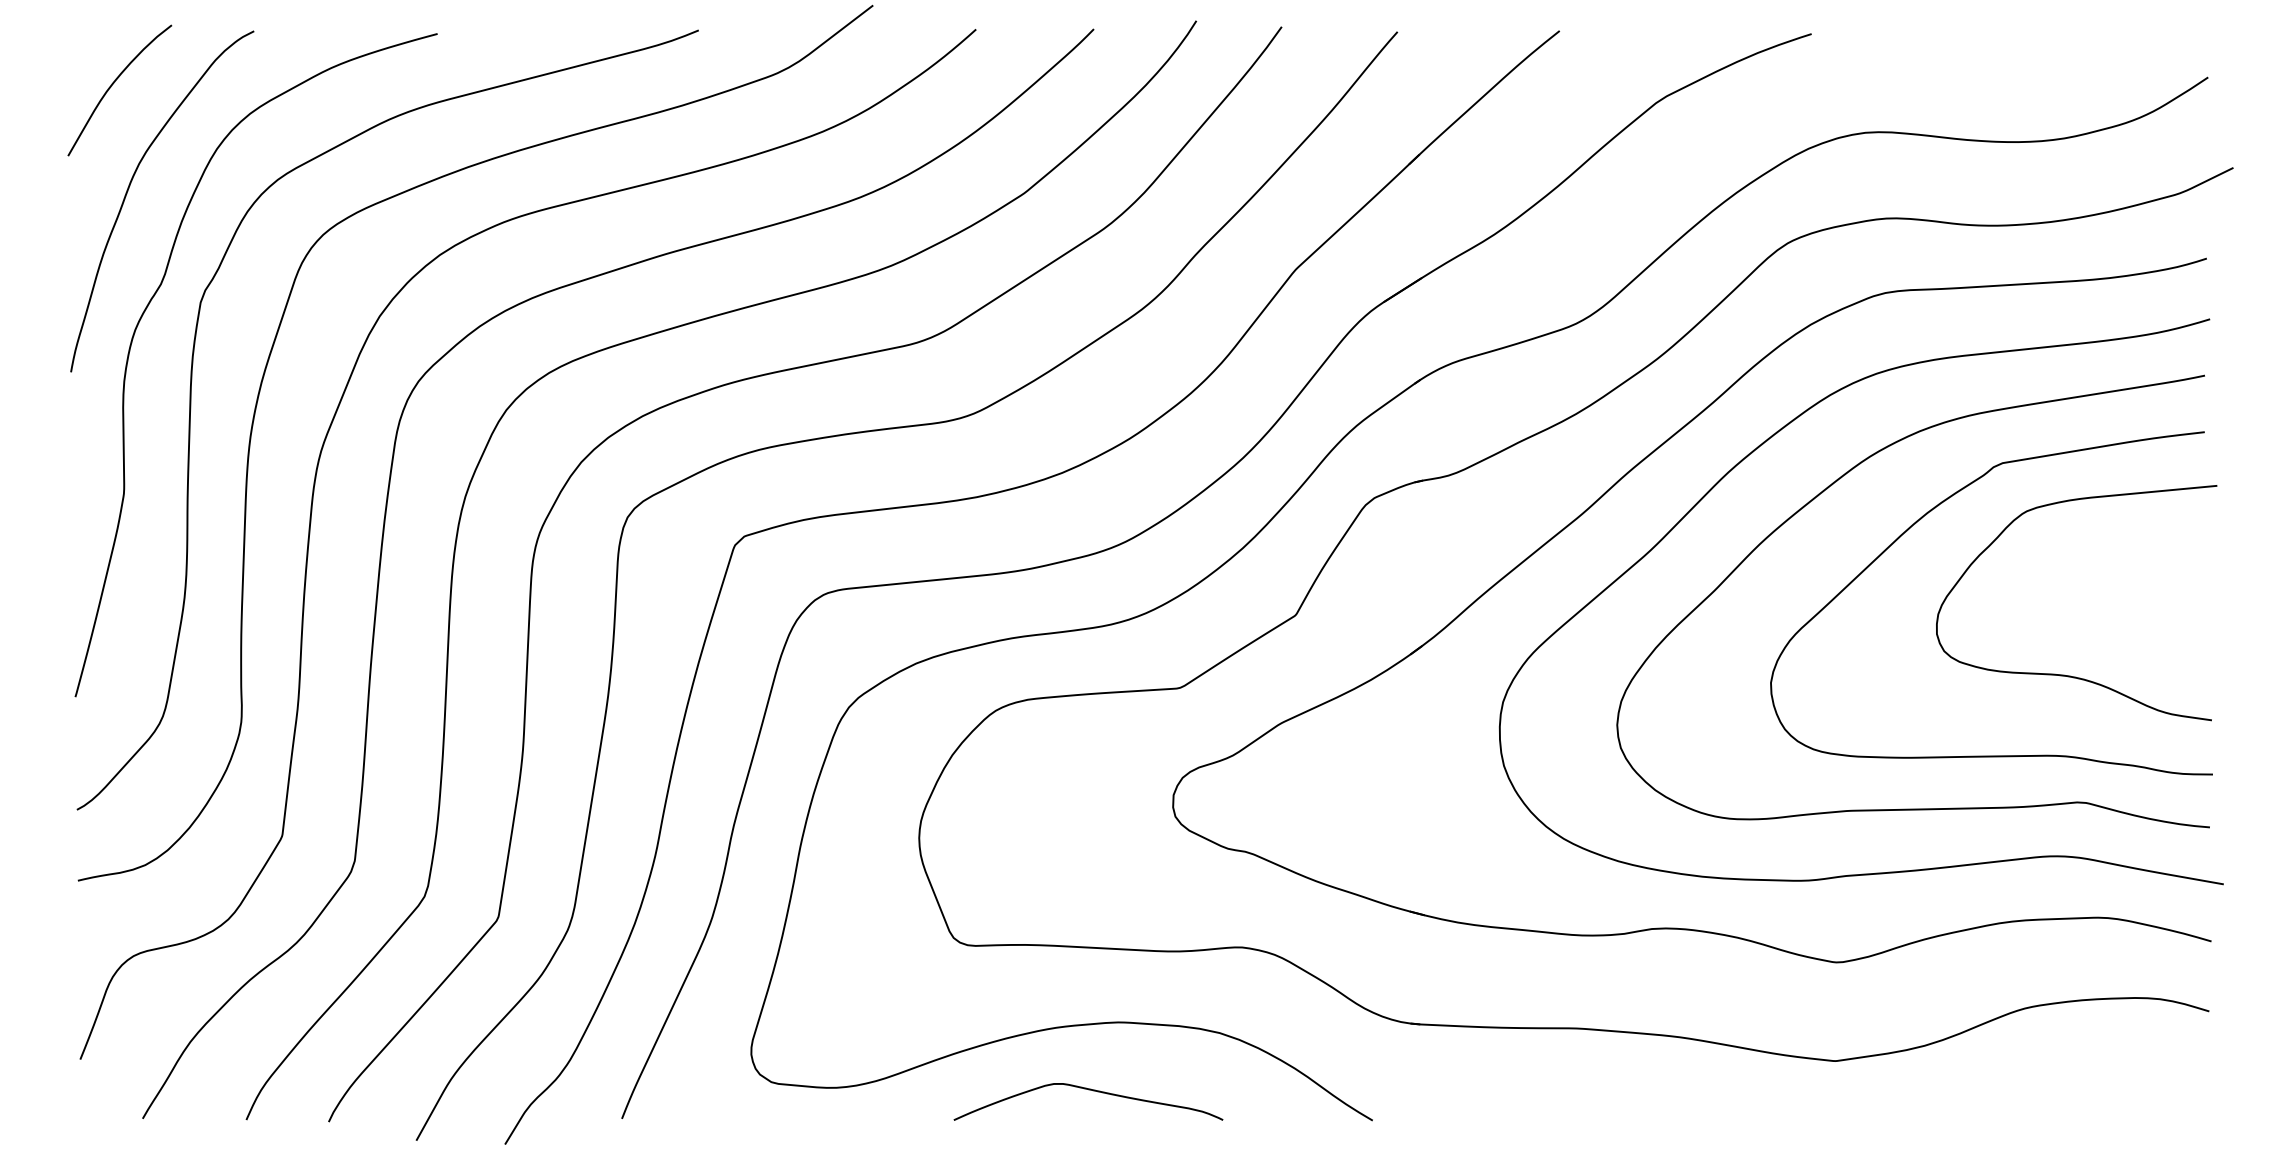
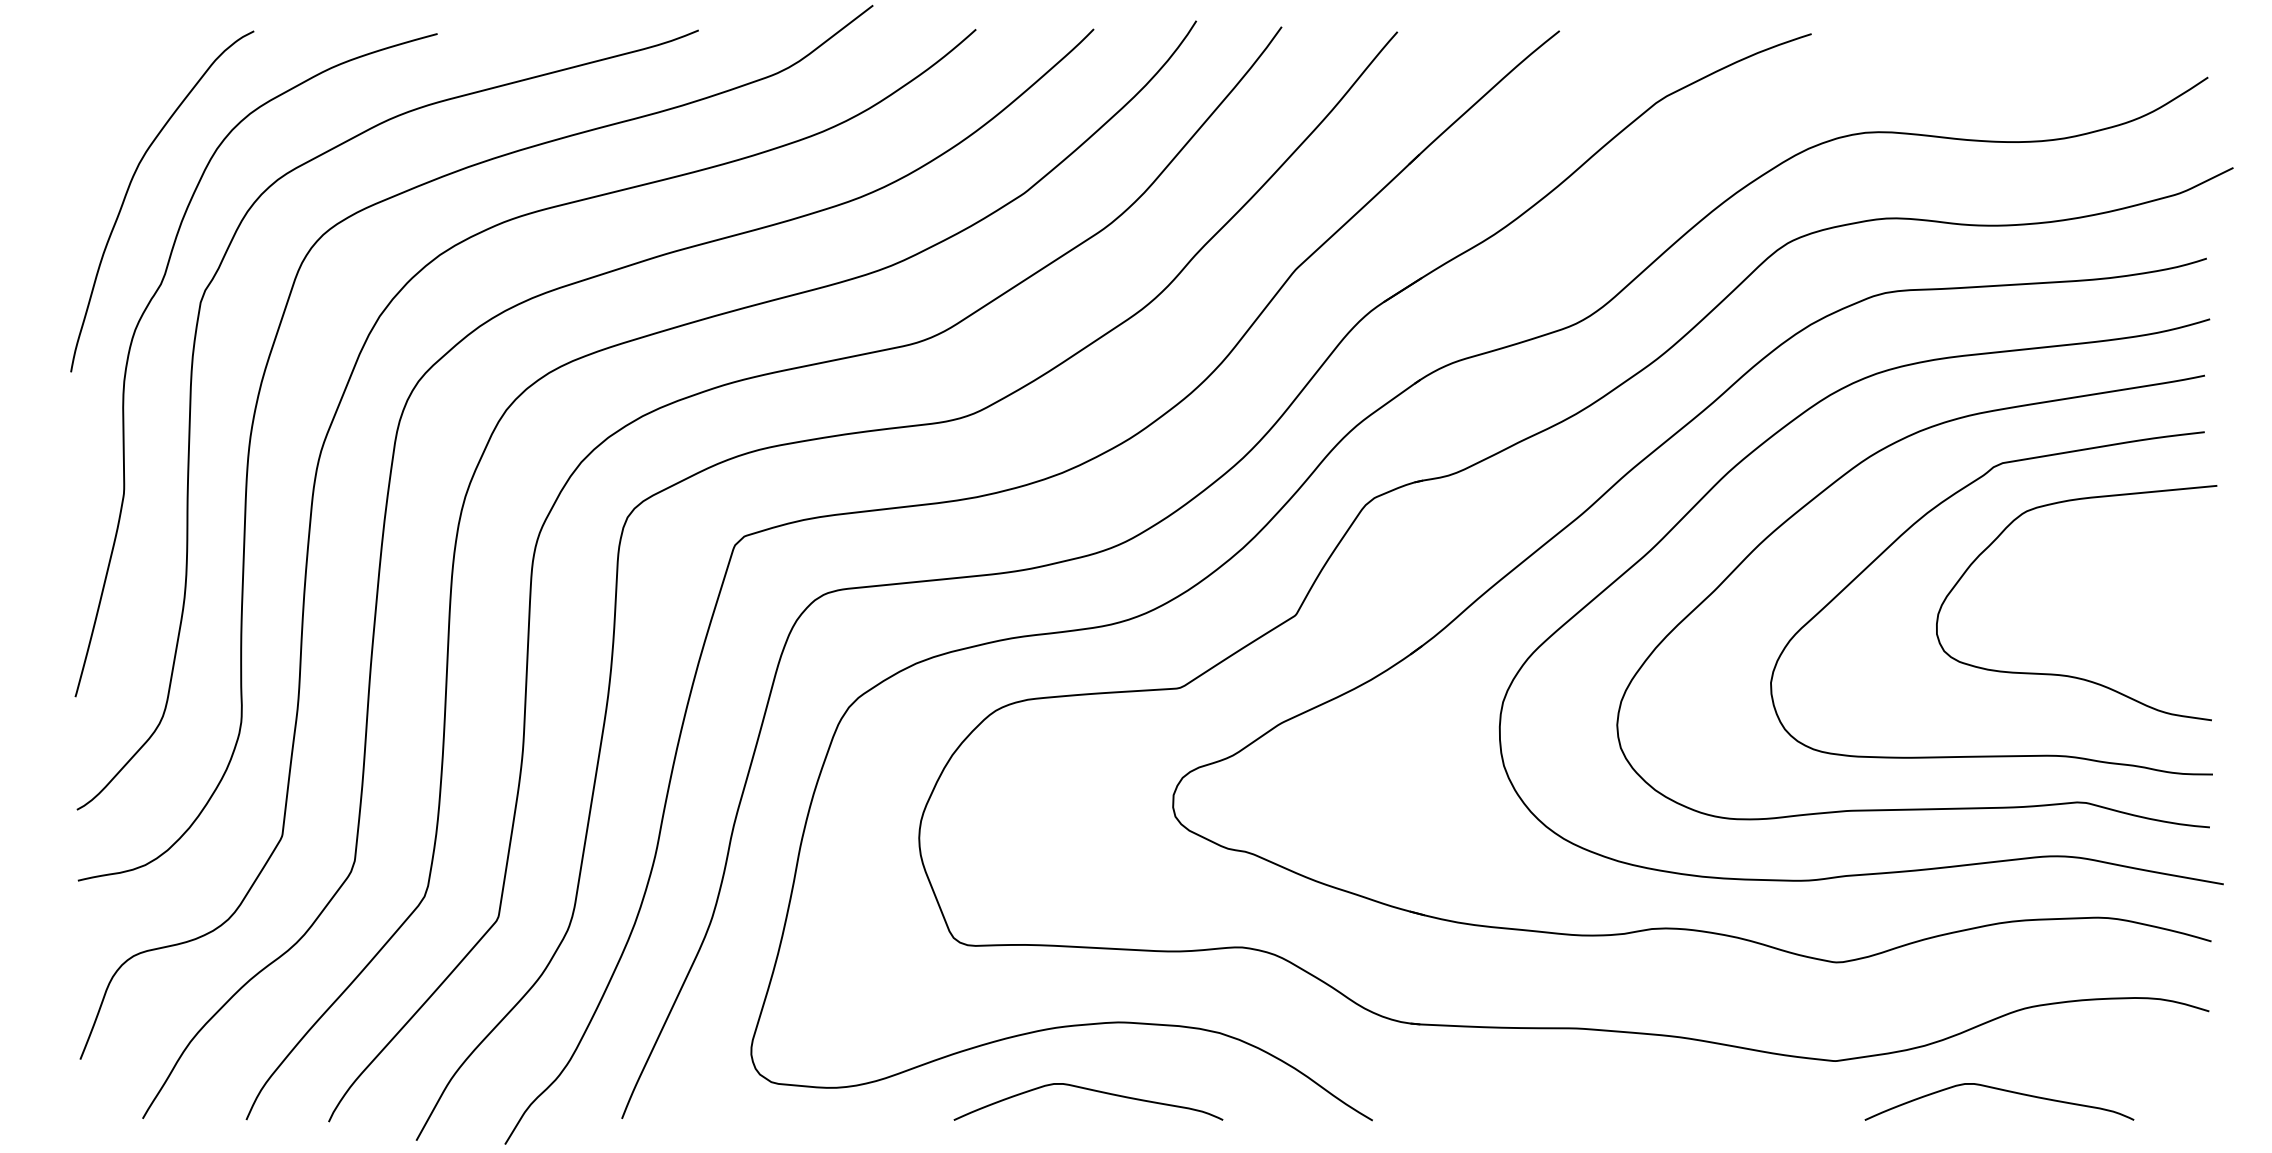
curve at (113, 84): present -> none
curve at (1999, 1090): none -> present
